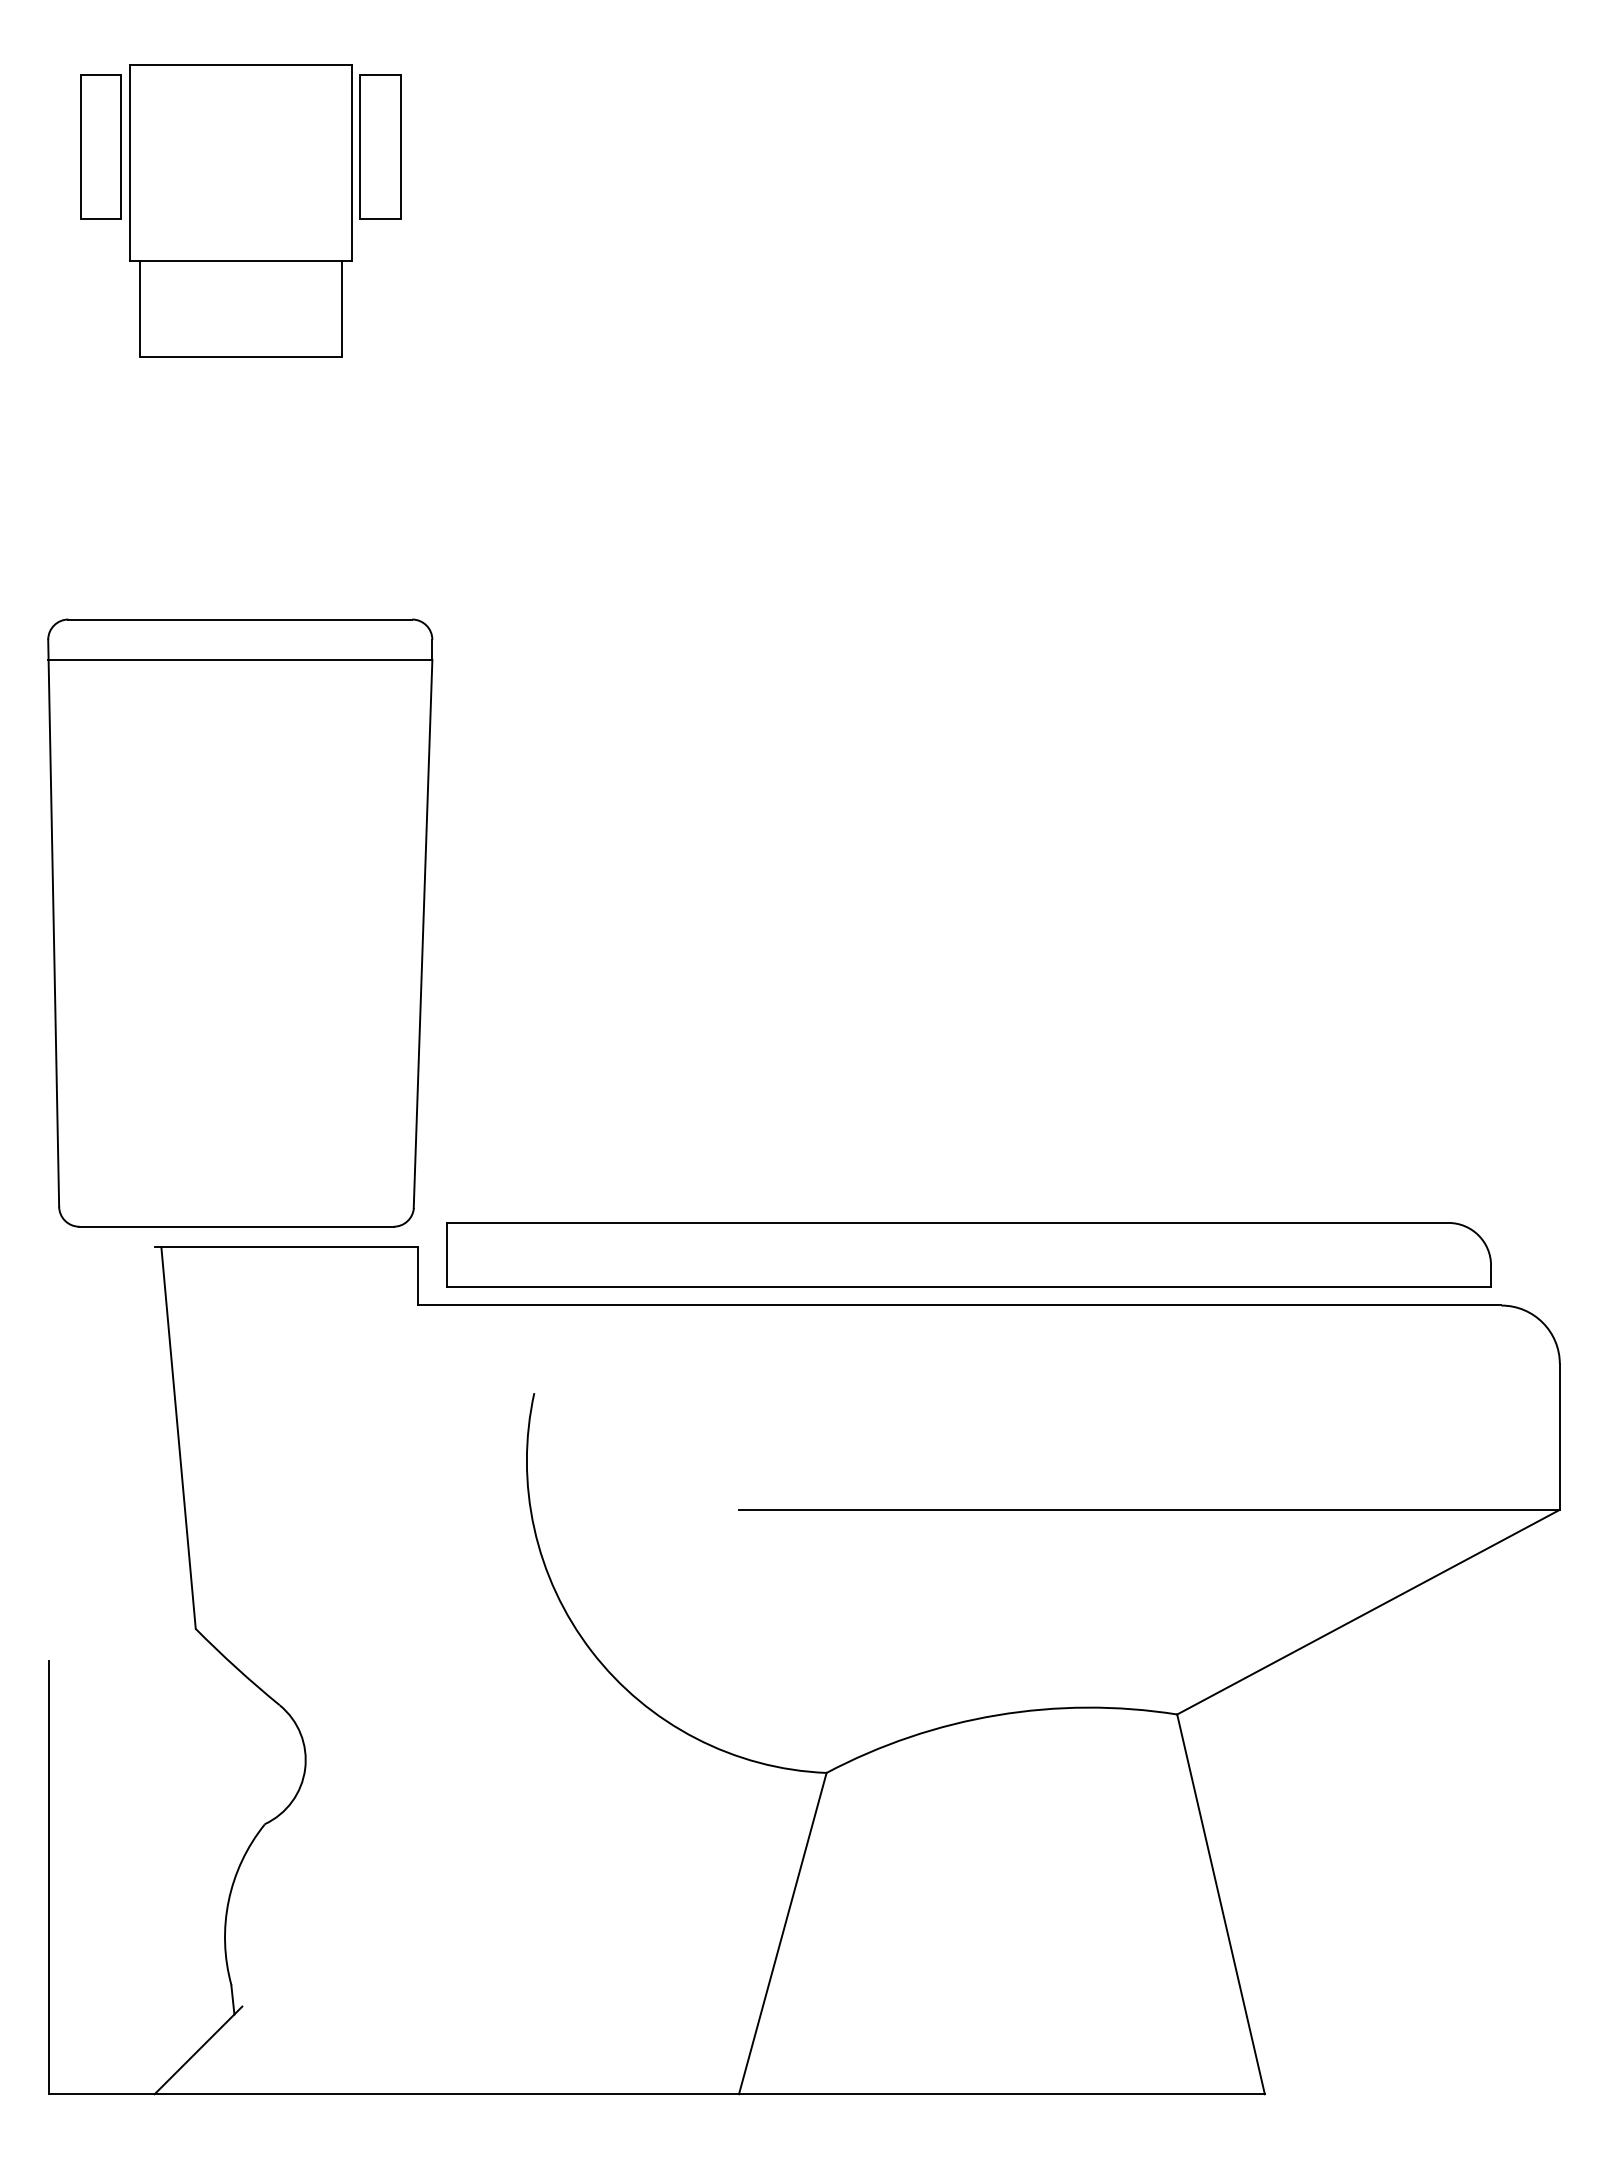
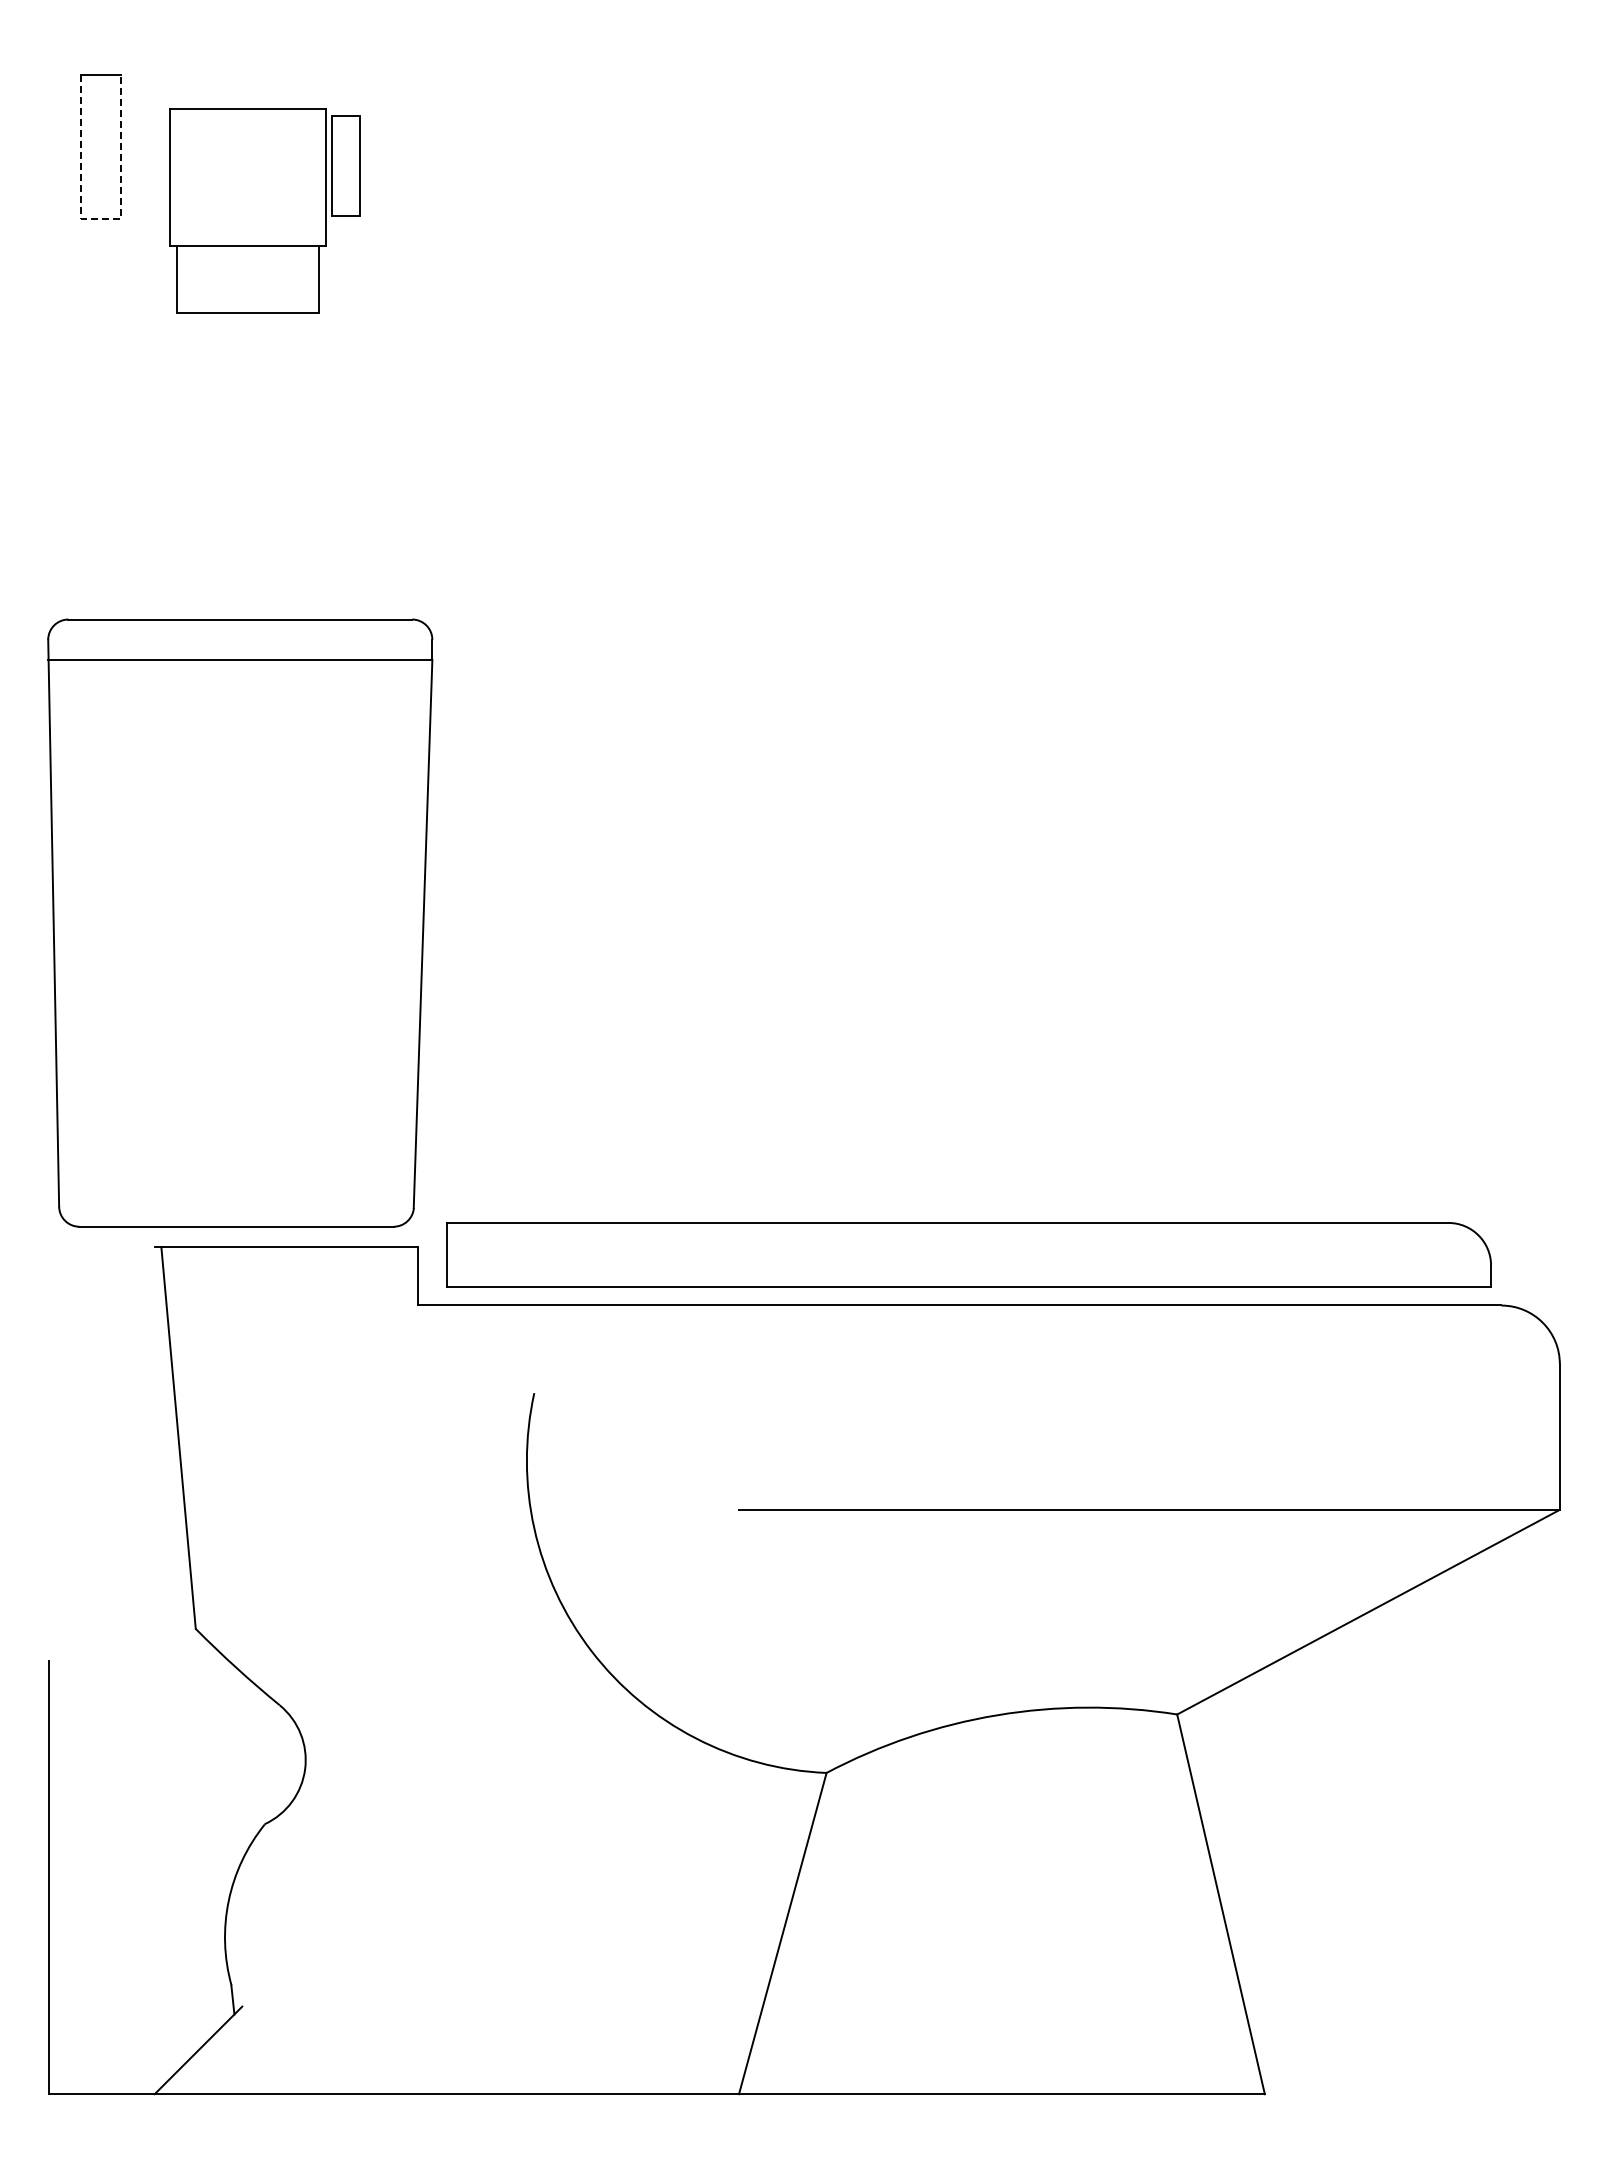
part at (265, 210) size: 273x294 px -> 192x206 px
line at (101, 218): solid -> dashed
